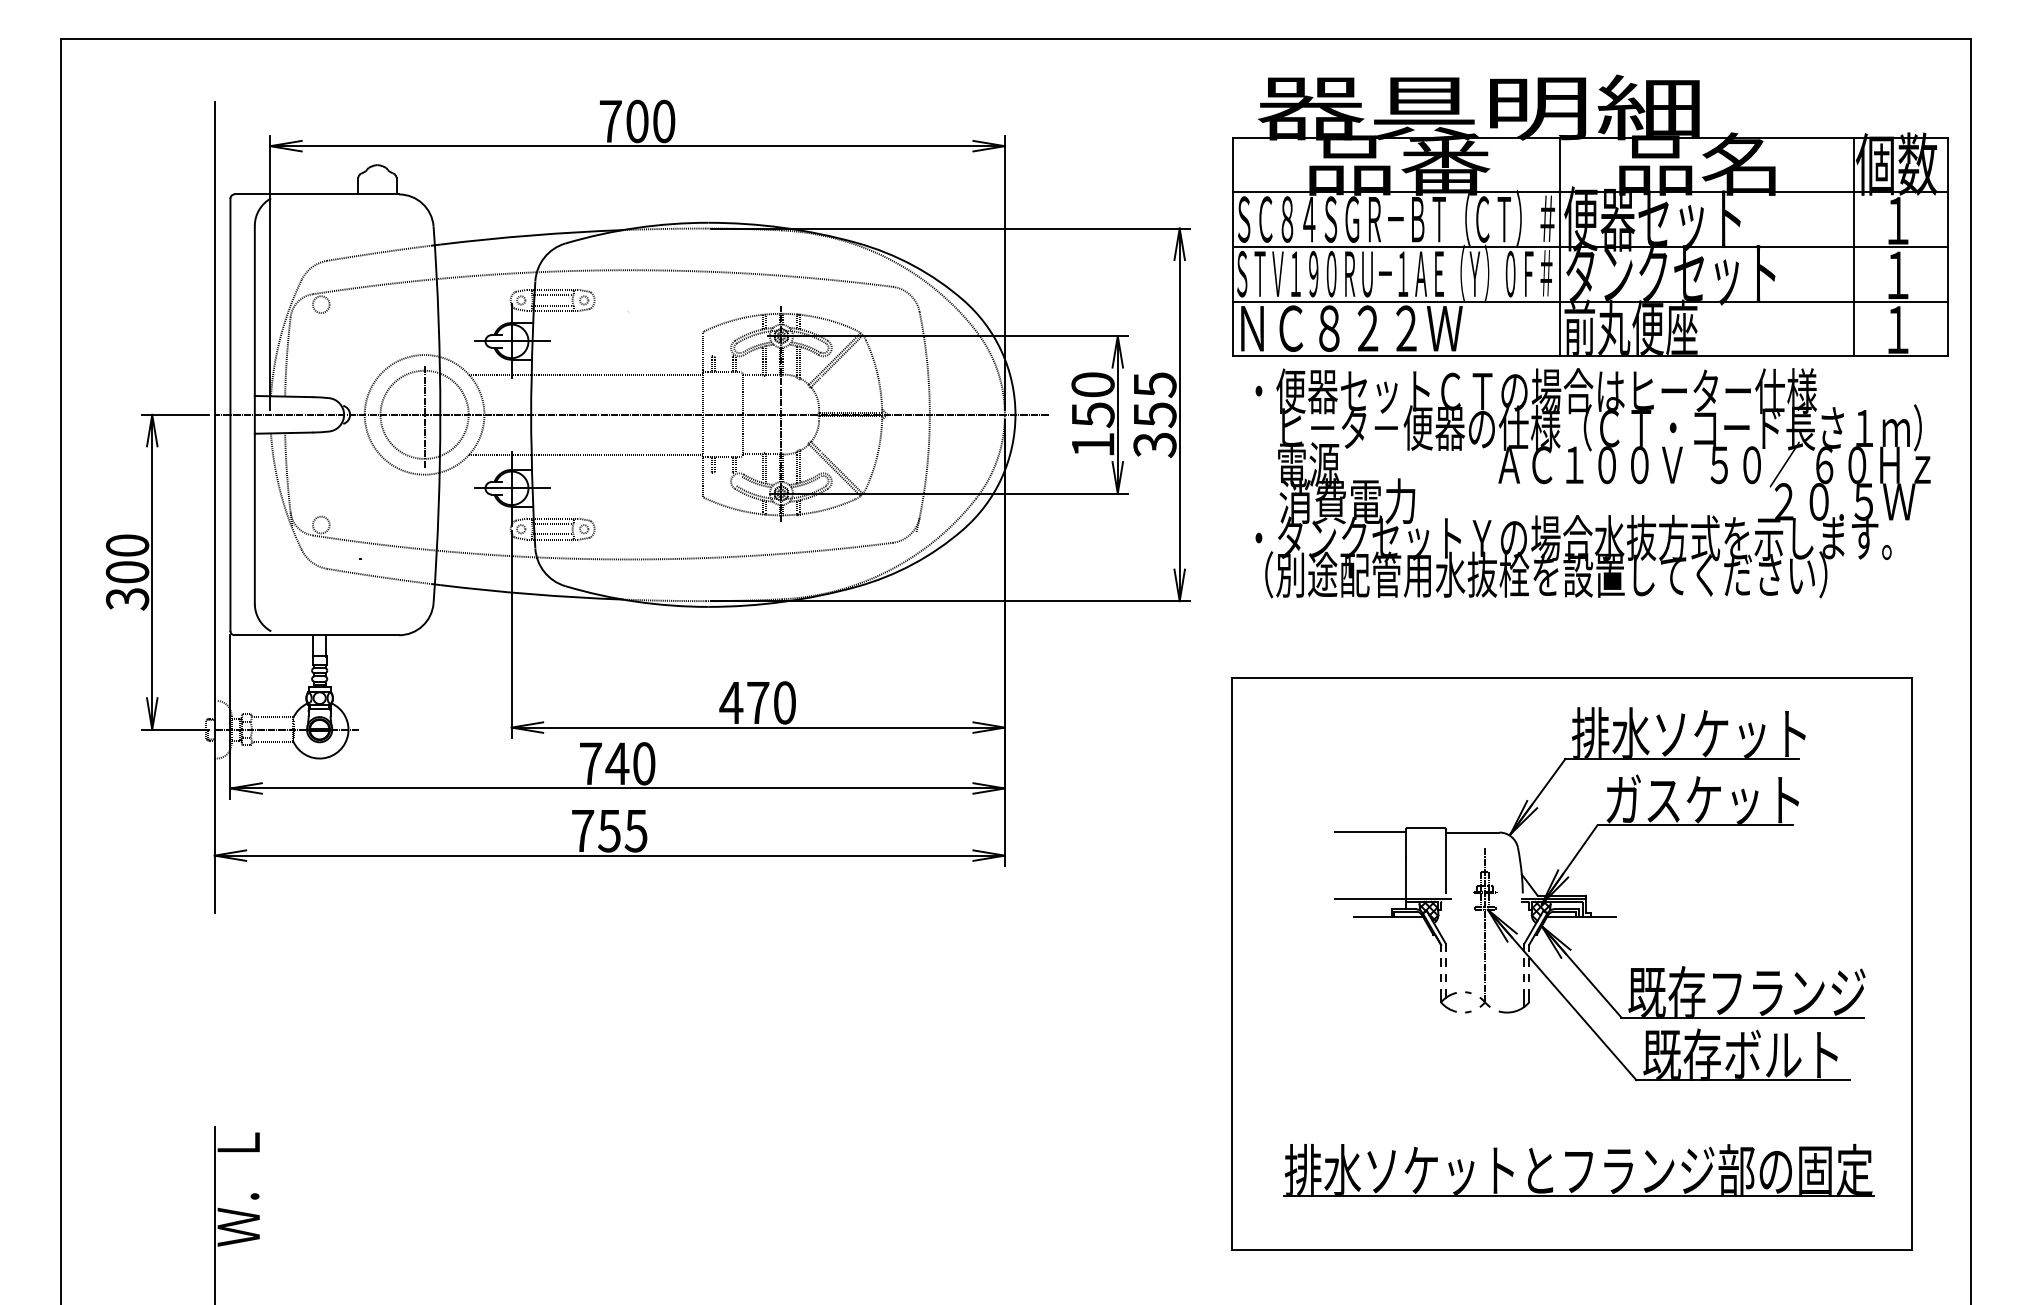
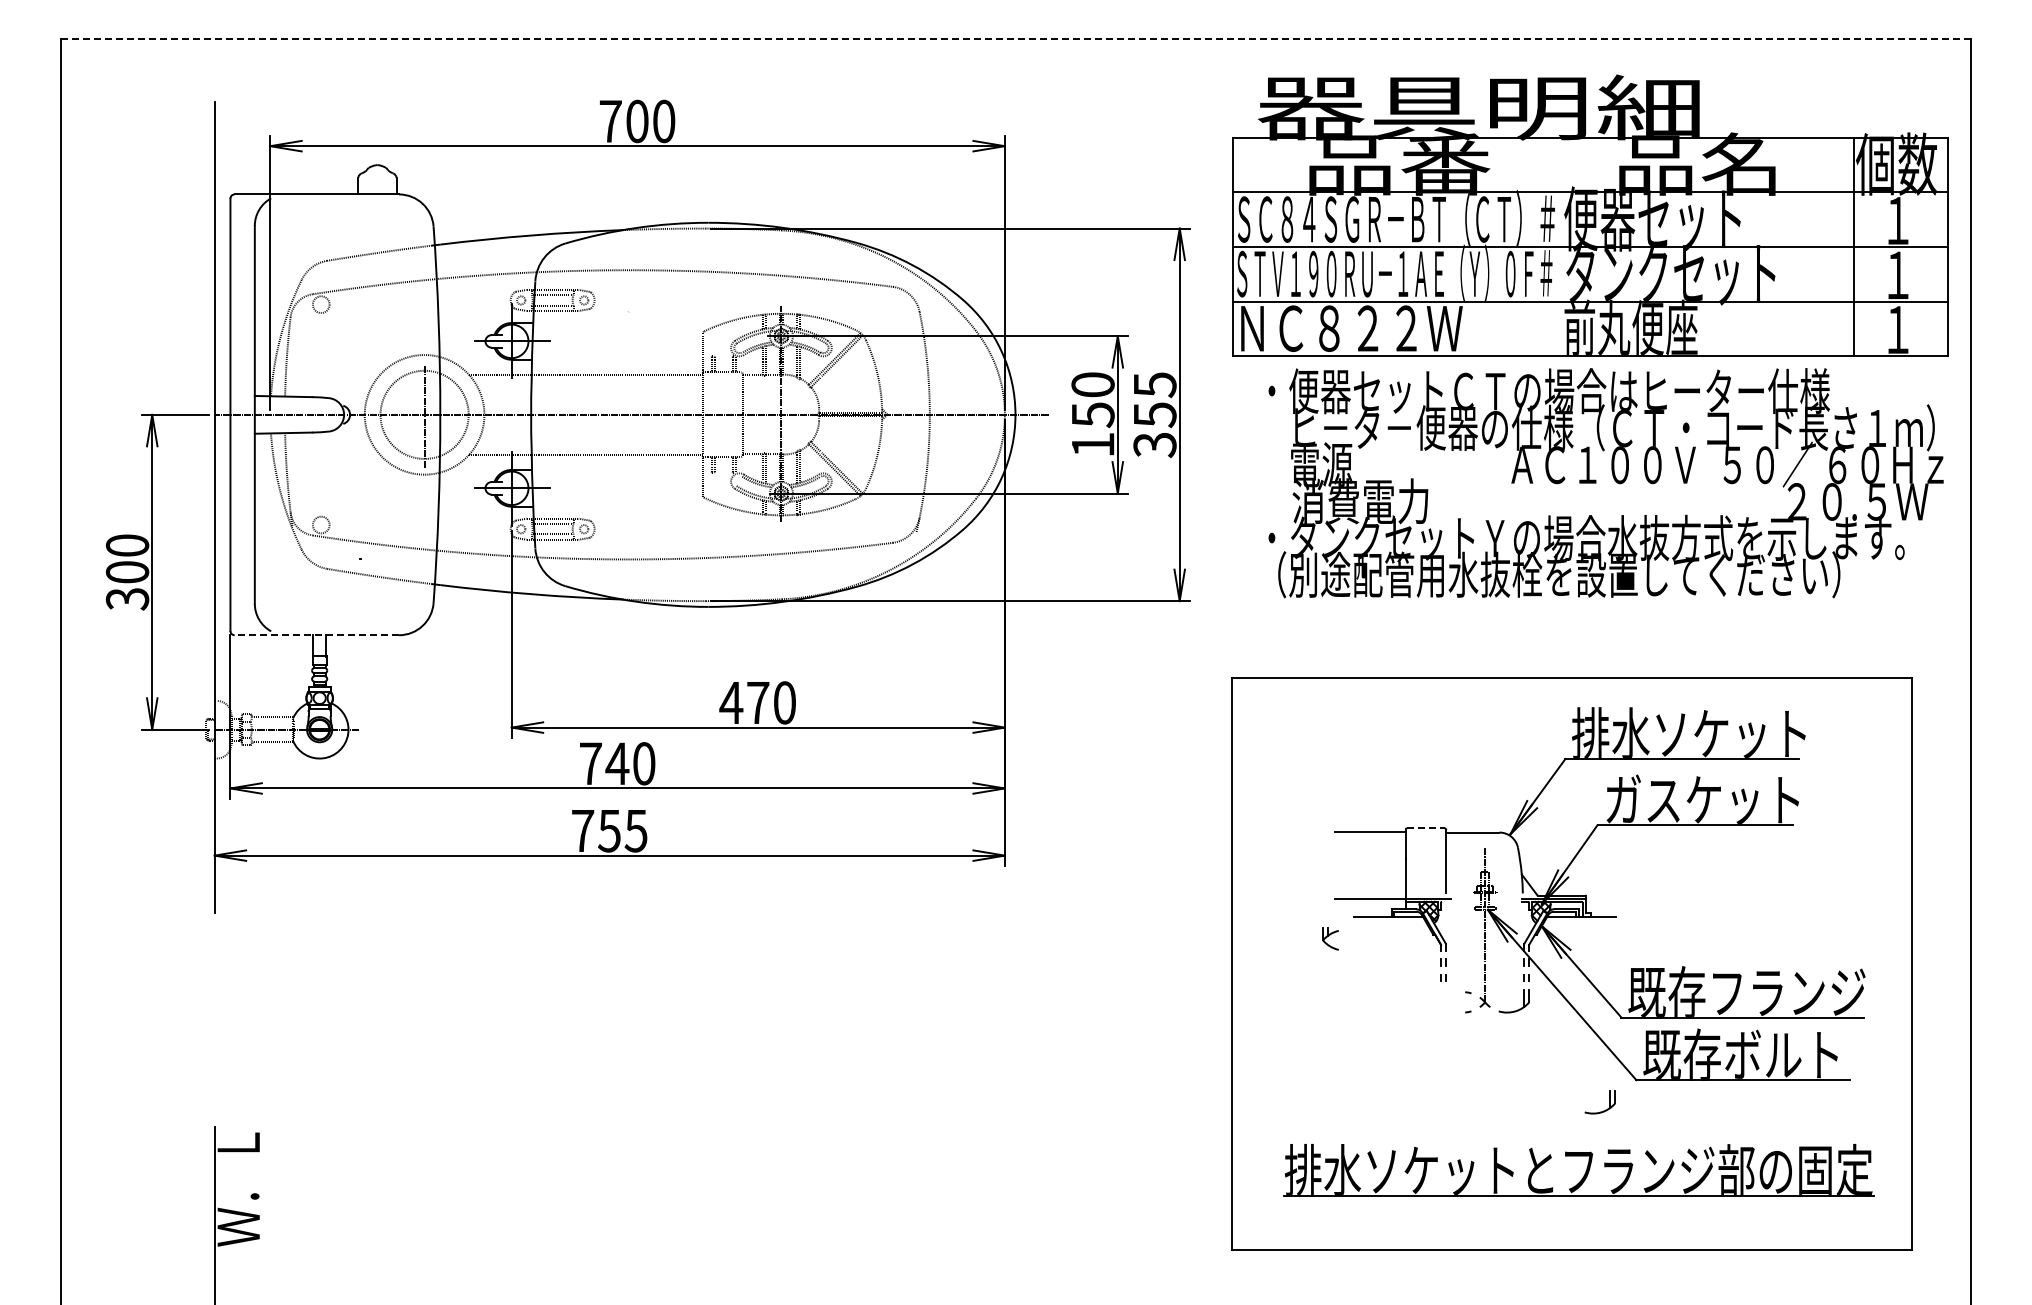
line at (1016, 39): solid -> dashed
line at (1559, 246): present -> none
text at (1592, 483) position: (1592, 483) -> (1605, 483)
line at (316, 635): solid -> dashed
line at (1425, 828): solid -> dashed
part at (1448, 1000) position: (1448, 1000) -> (1330, 938)
part at (1603, 1110): none -> present
